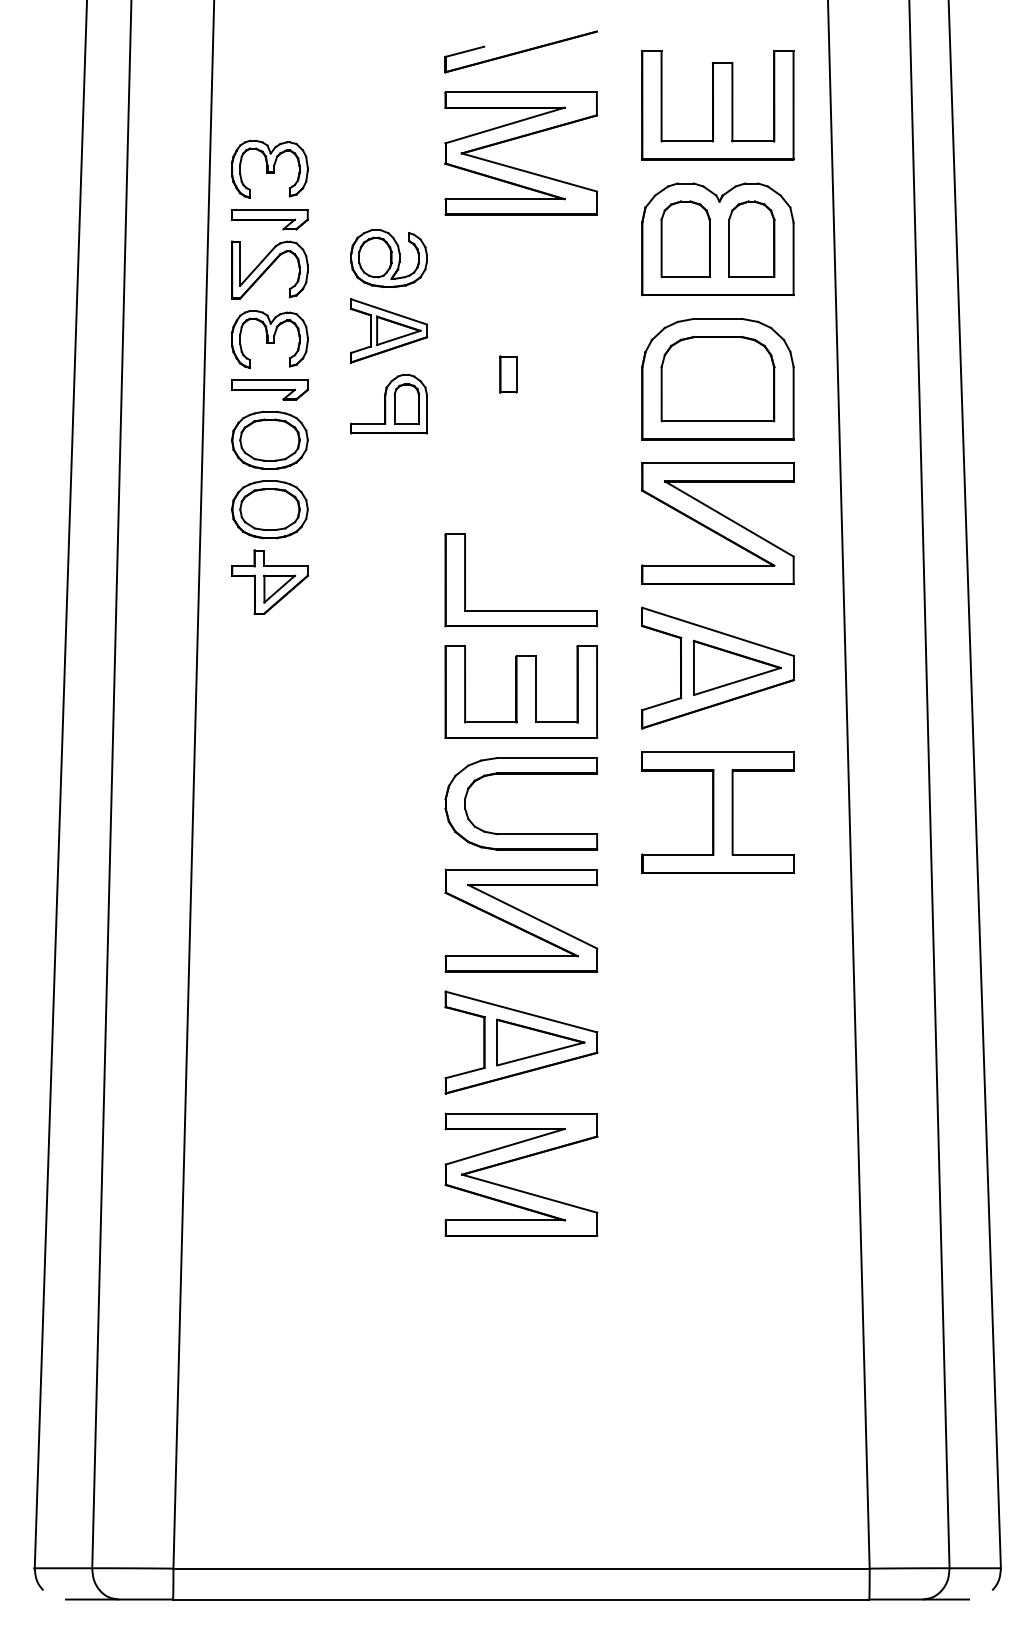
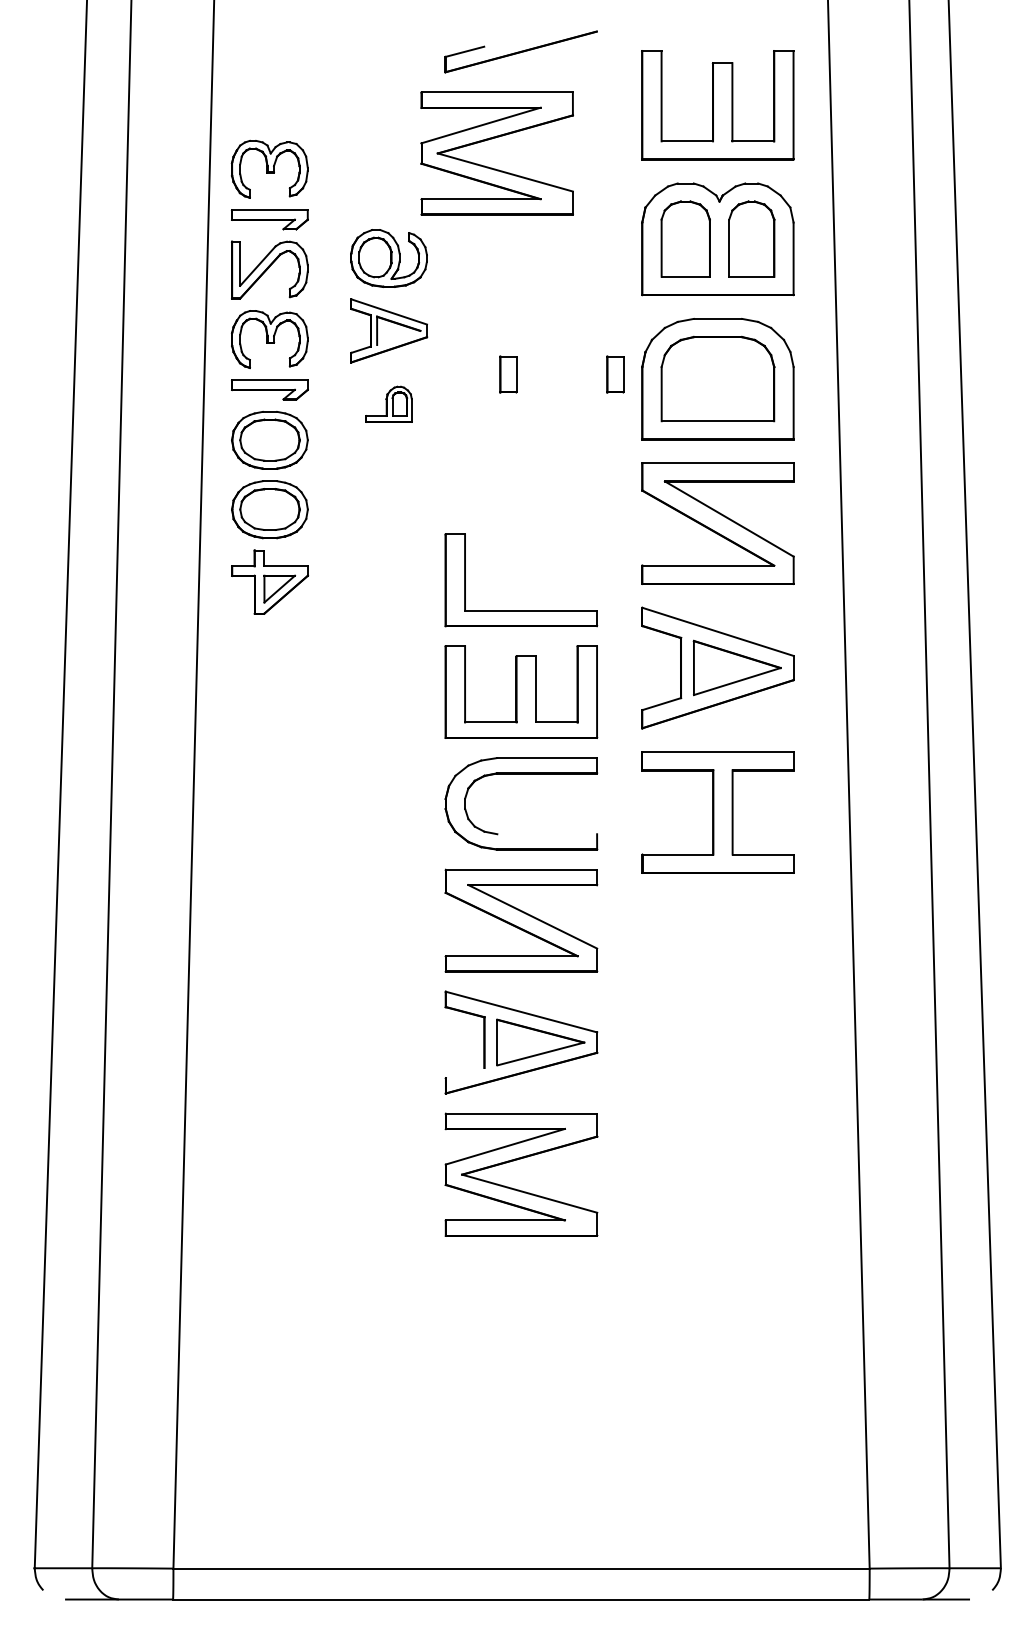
part at (516, 139) position: (516, 139) -> (492, 139)
line at (398, 337): present -> none
part at (615, 374): none -> present
part at (388, 404) size: 78x61 px -> 48x38 px
line at (547, 834): present -> none
line at (464, 1072): present -> none
